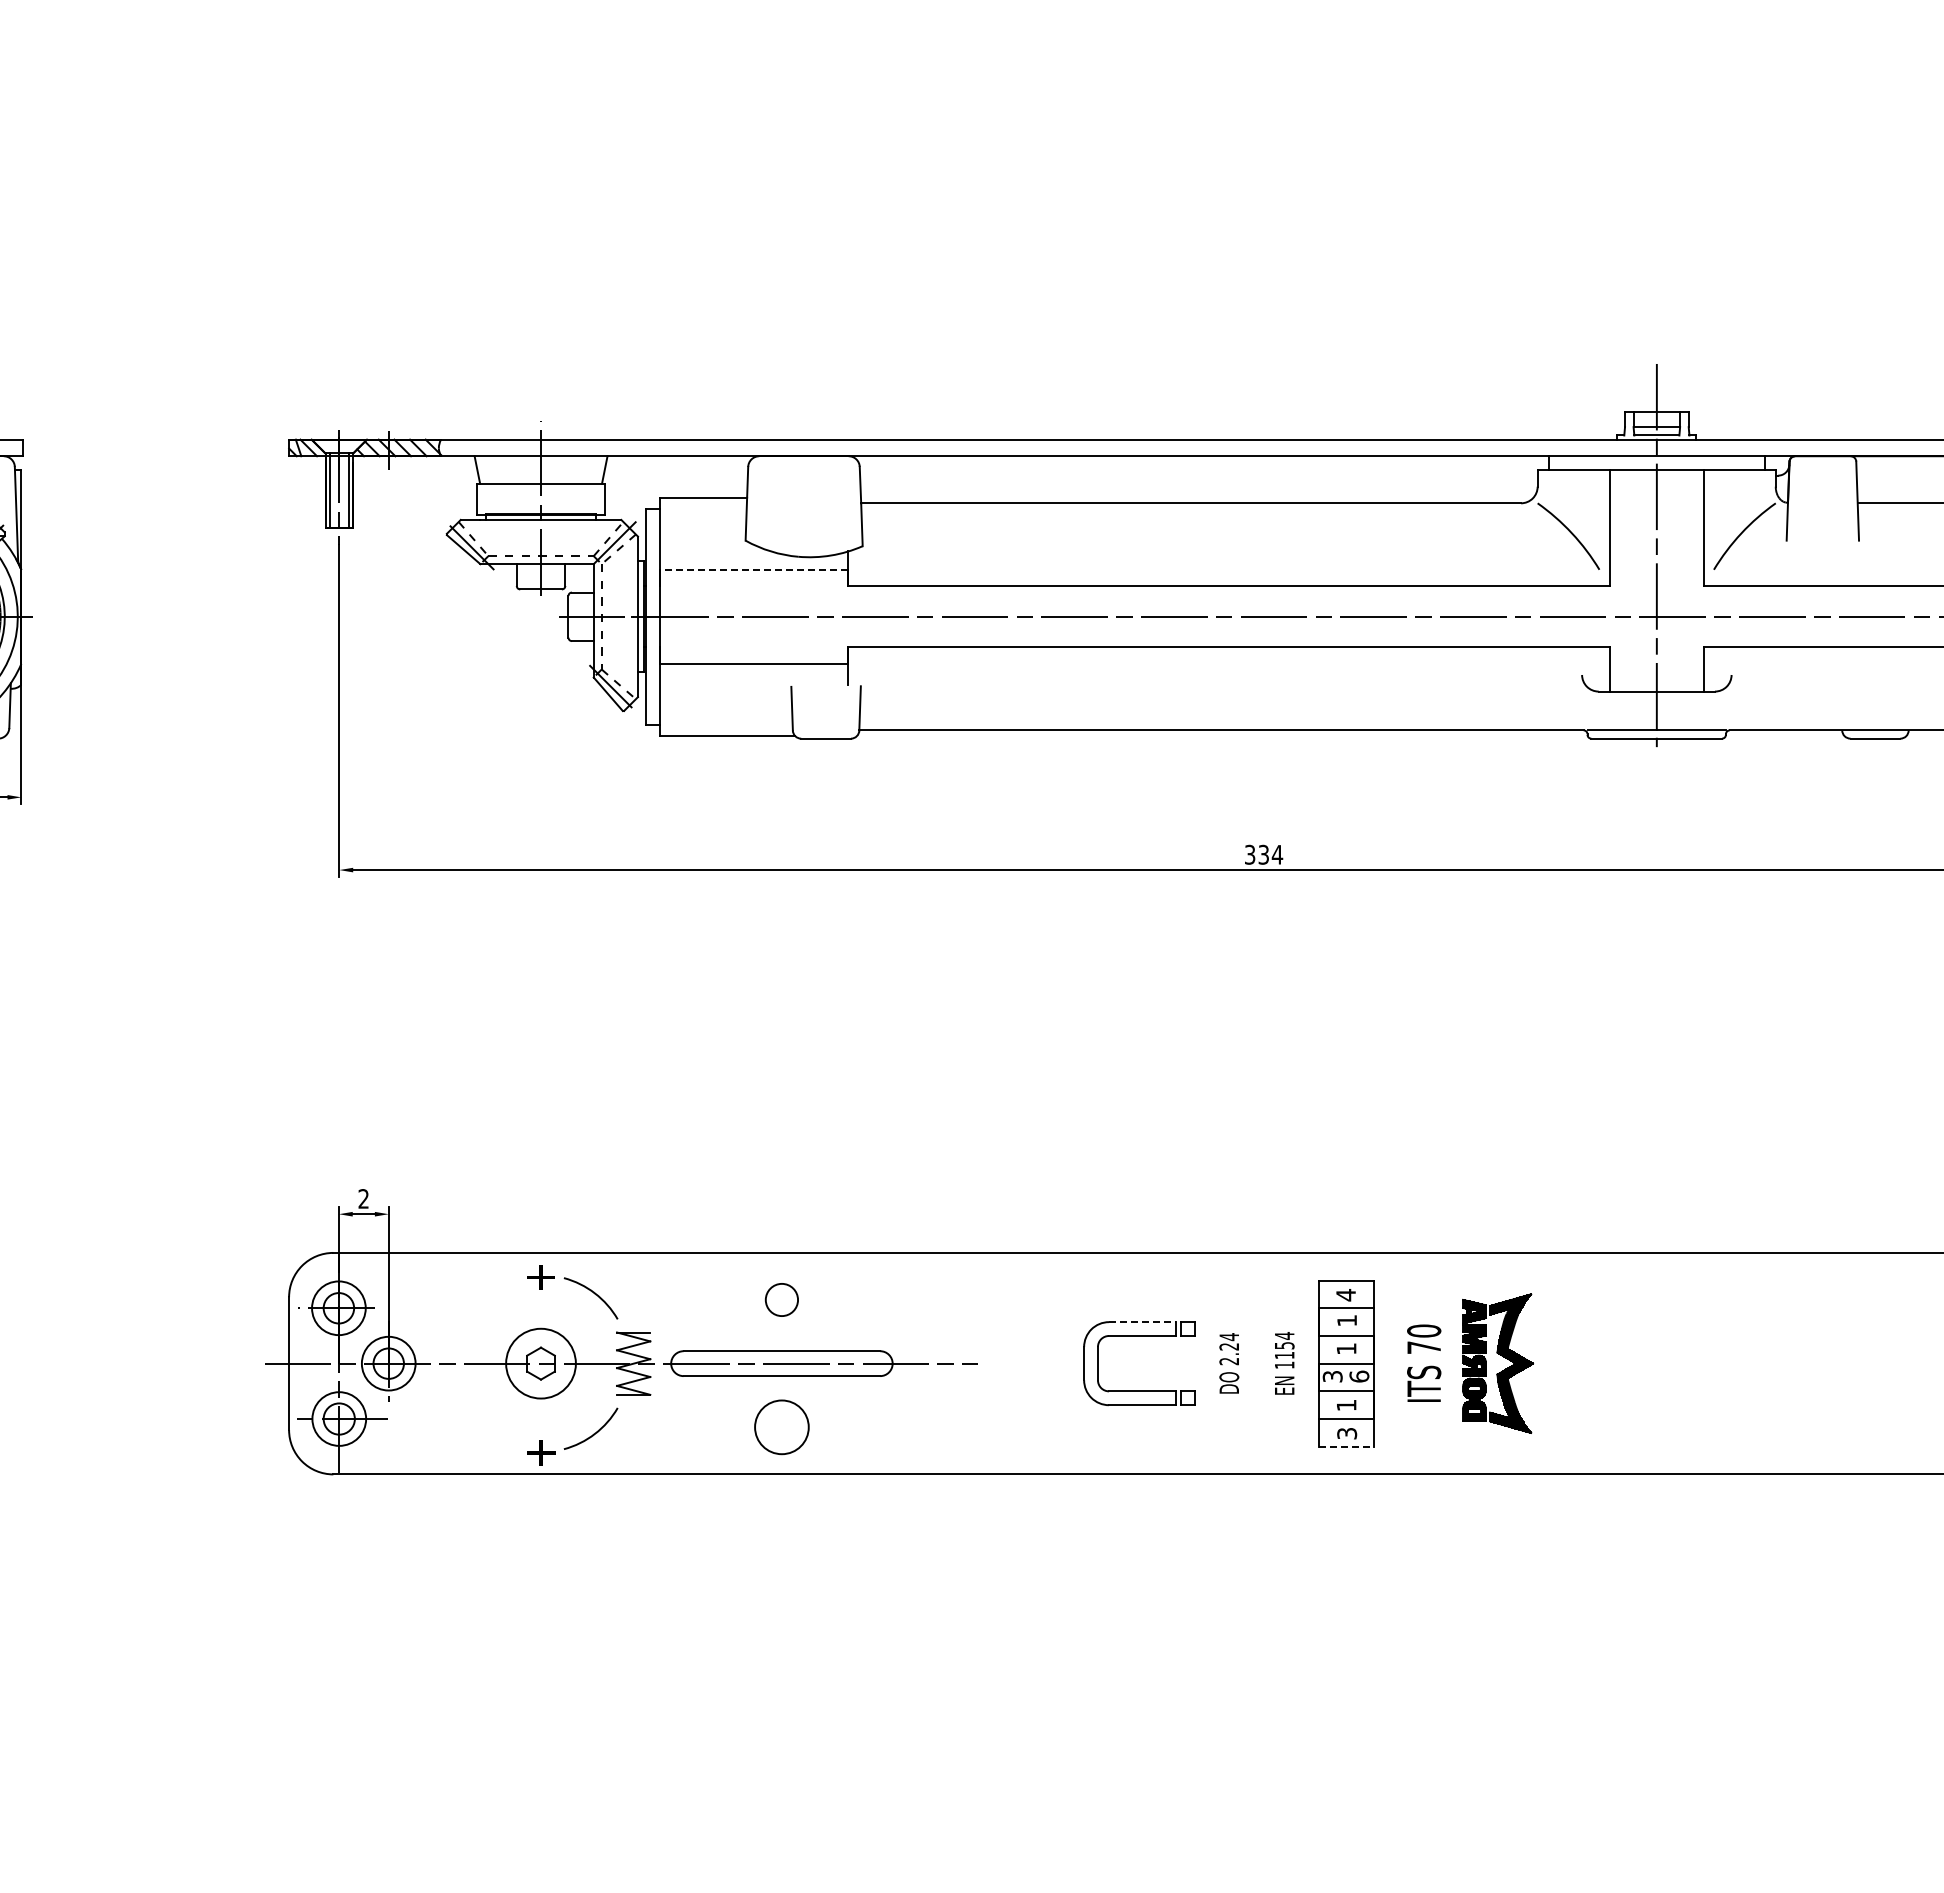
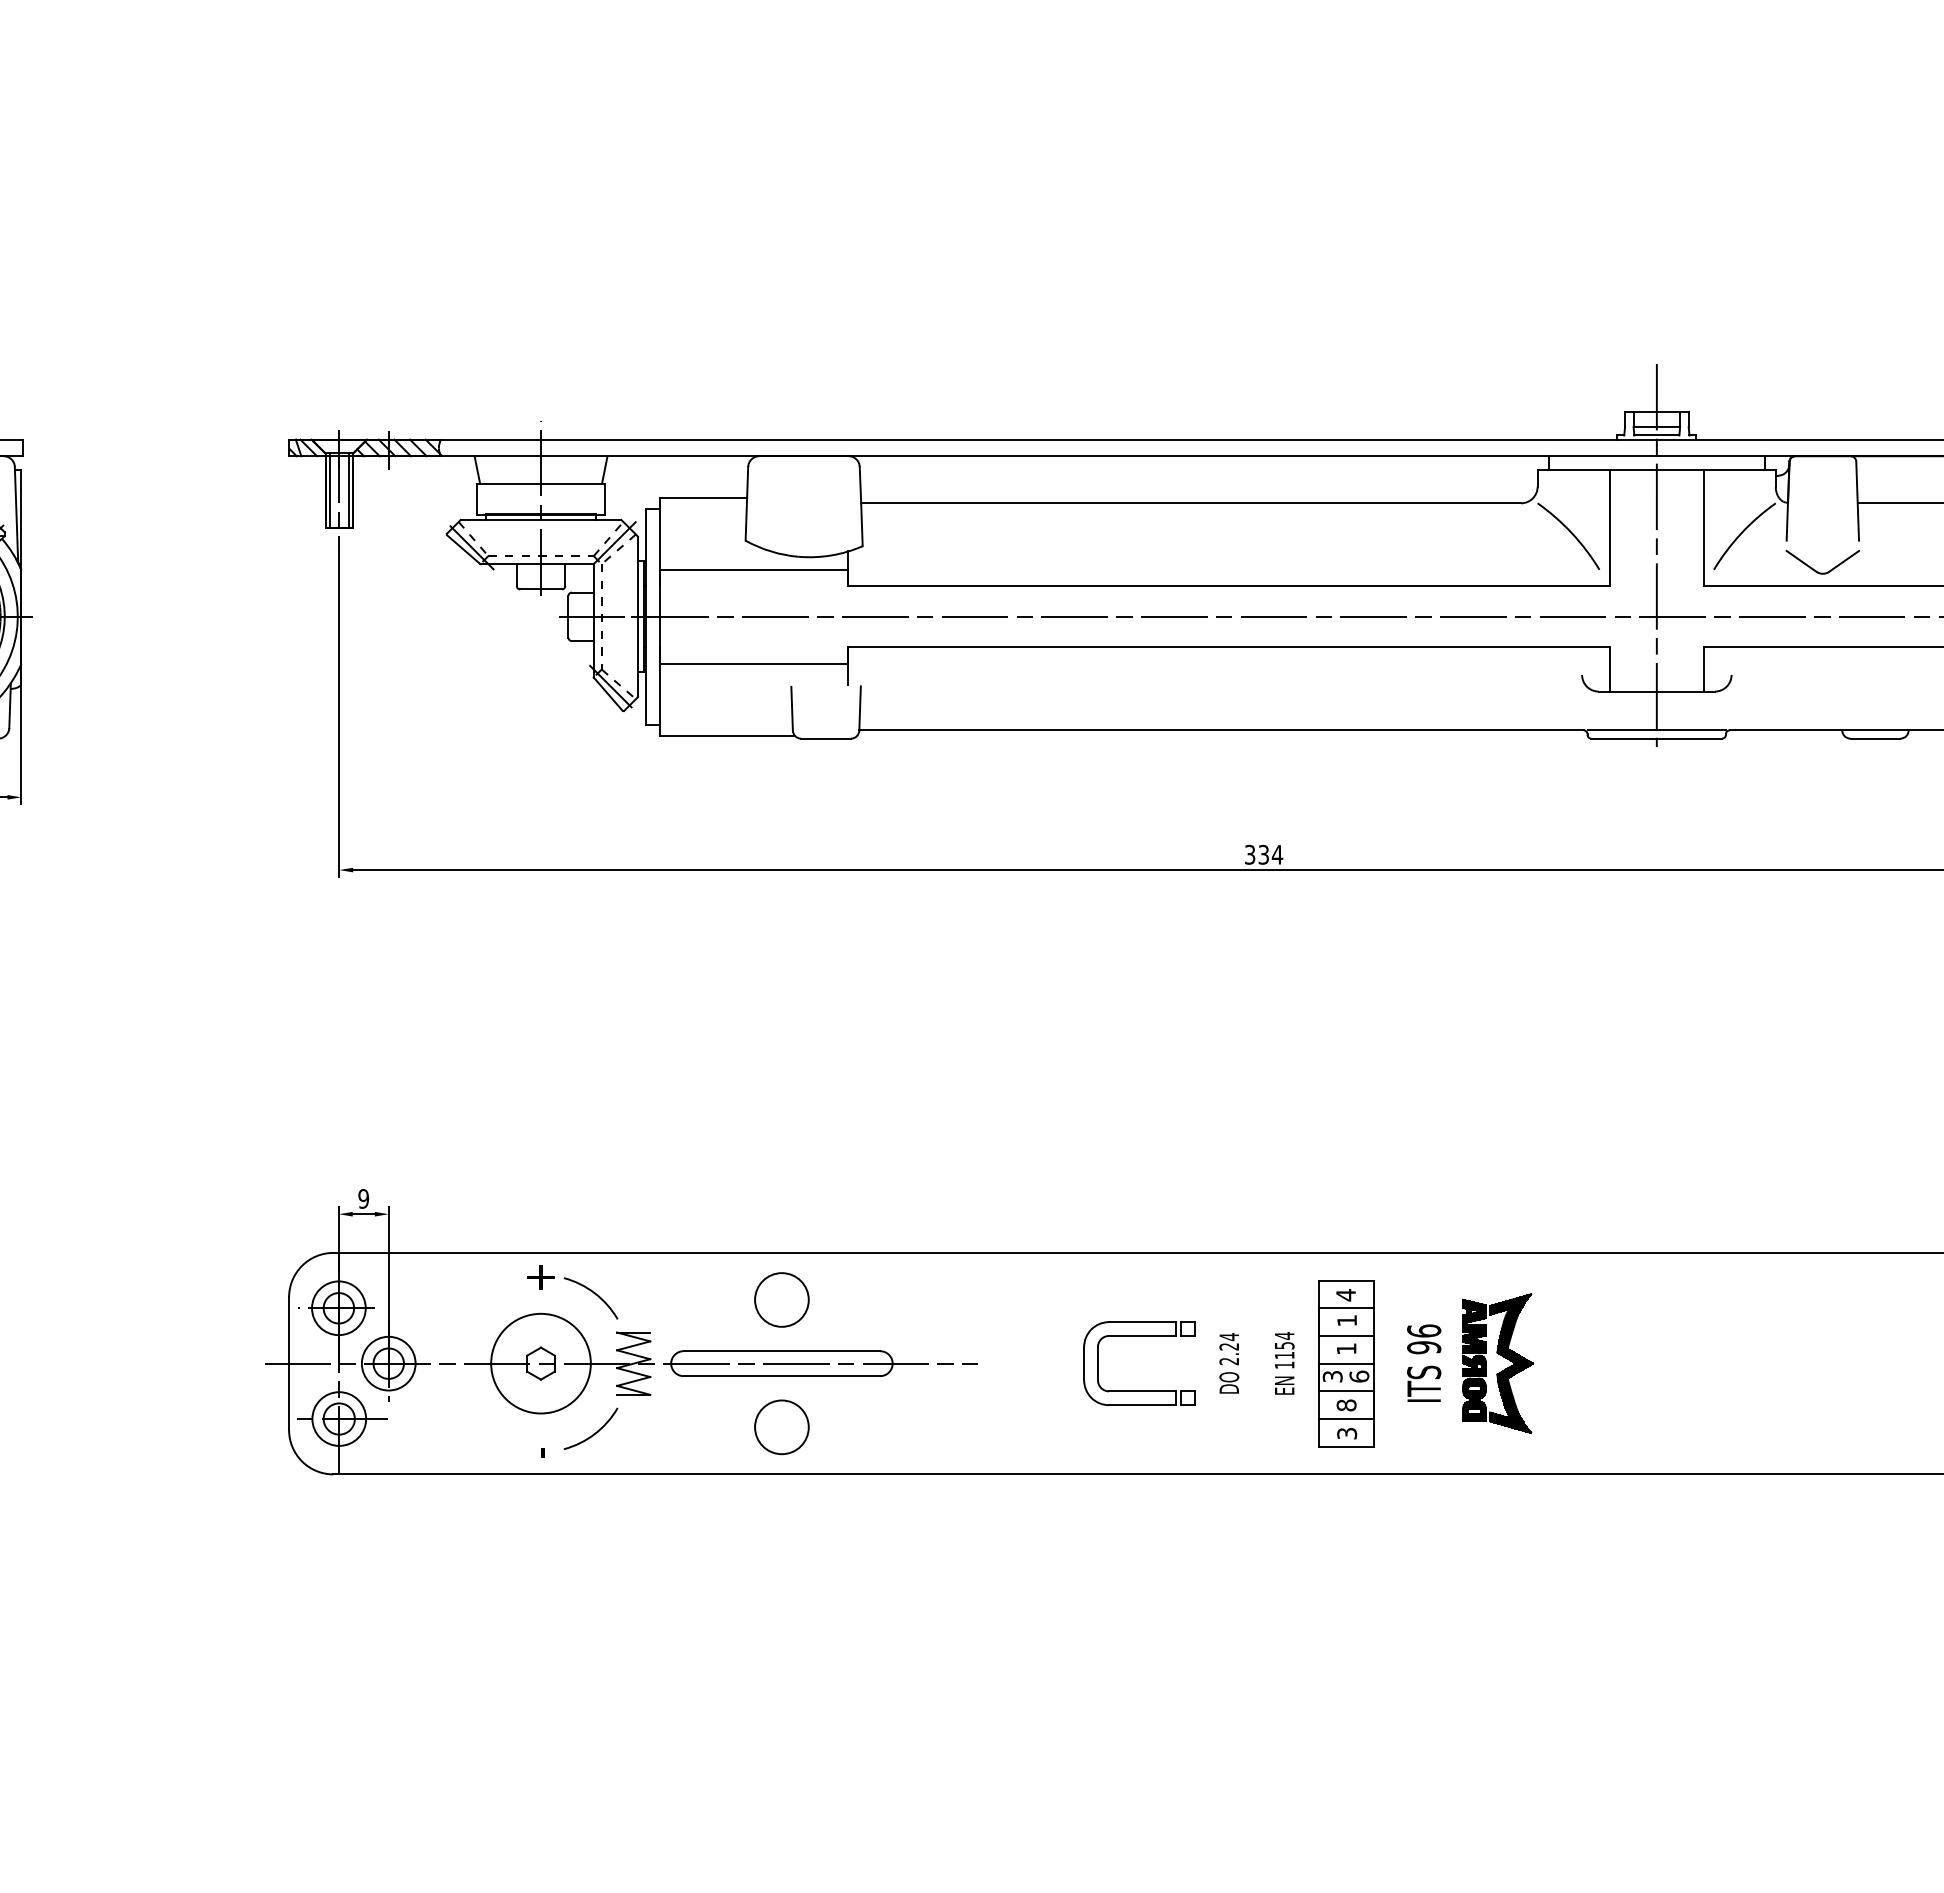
line at (753, 569): dashed -> solid
part at (1818, 571): none -> present
text at (363, 1198): 2 -> 9
circle at (781, 1299) diameter: 32 px -> 54 px
line at (1142, 1322): dashed -> solid
text at (1424, 1339): 70 -> 96
circle at (540, 1363) diameter: 70 px -> 100 px
text at (1346, 1405): 1 -> 8
line at (1346, 1446): dashed -> solid
text at (541, 1452): + -> -
